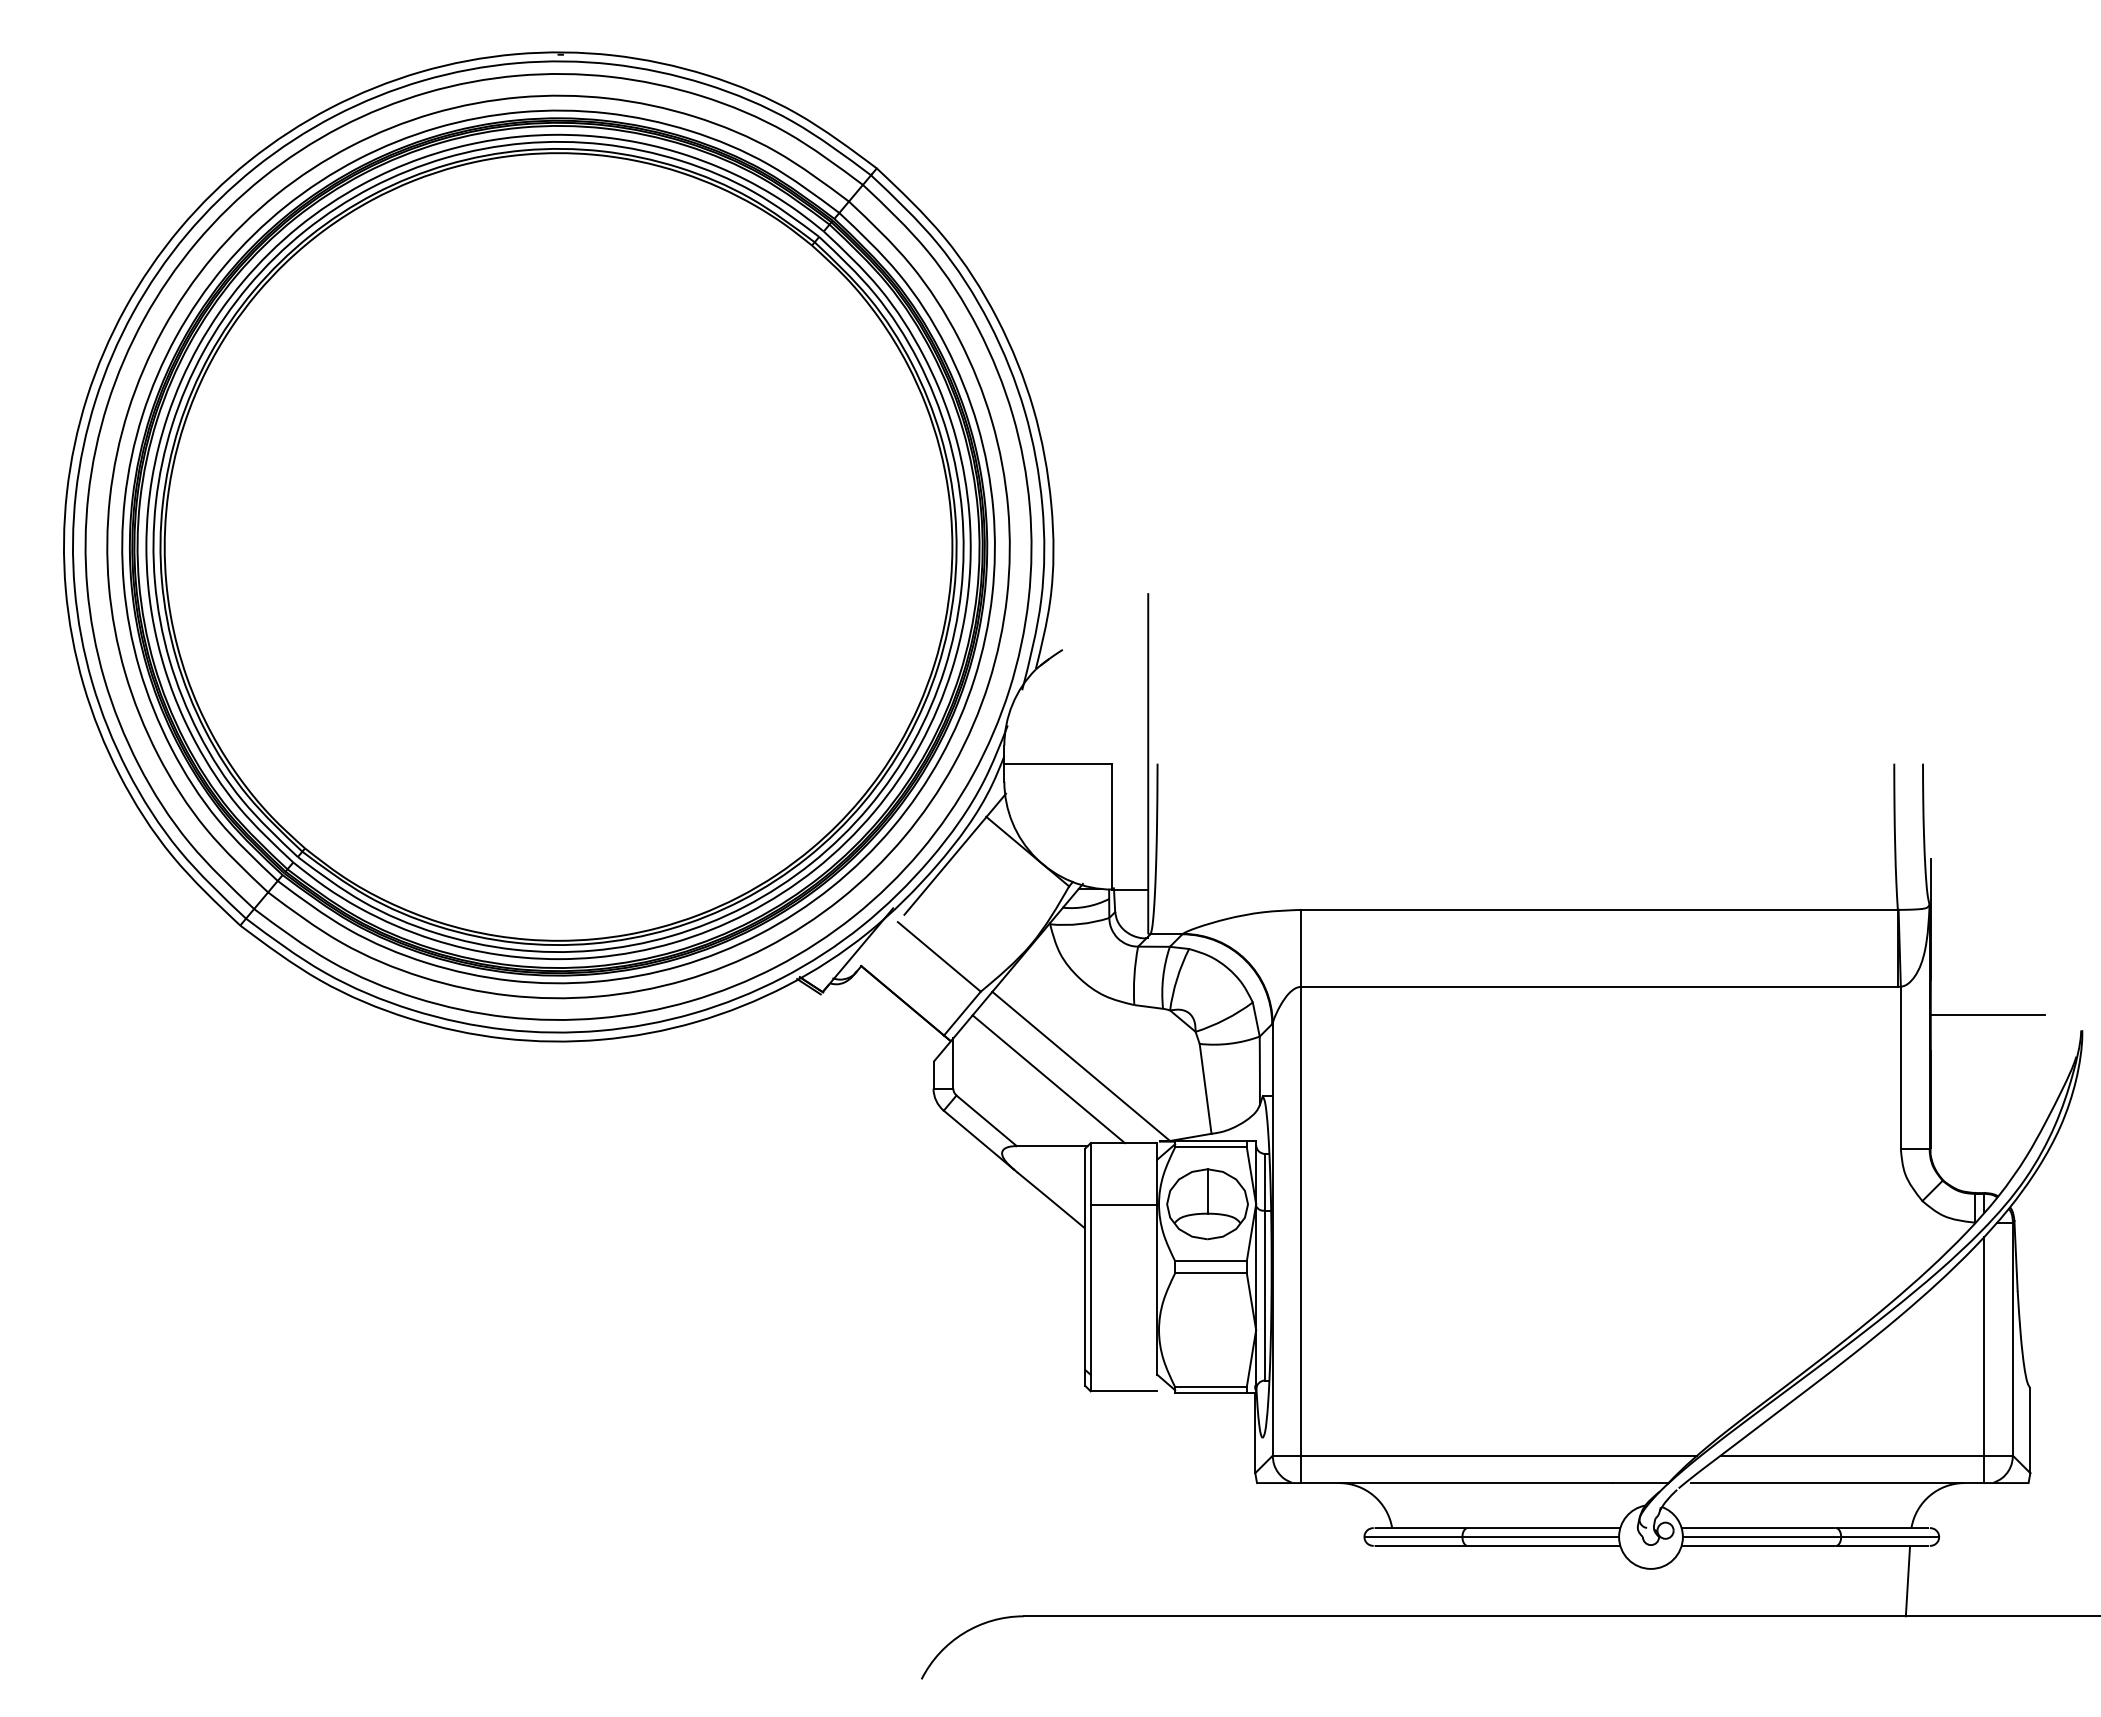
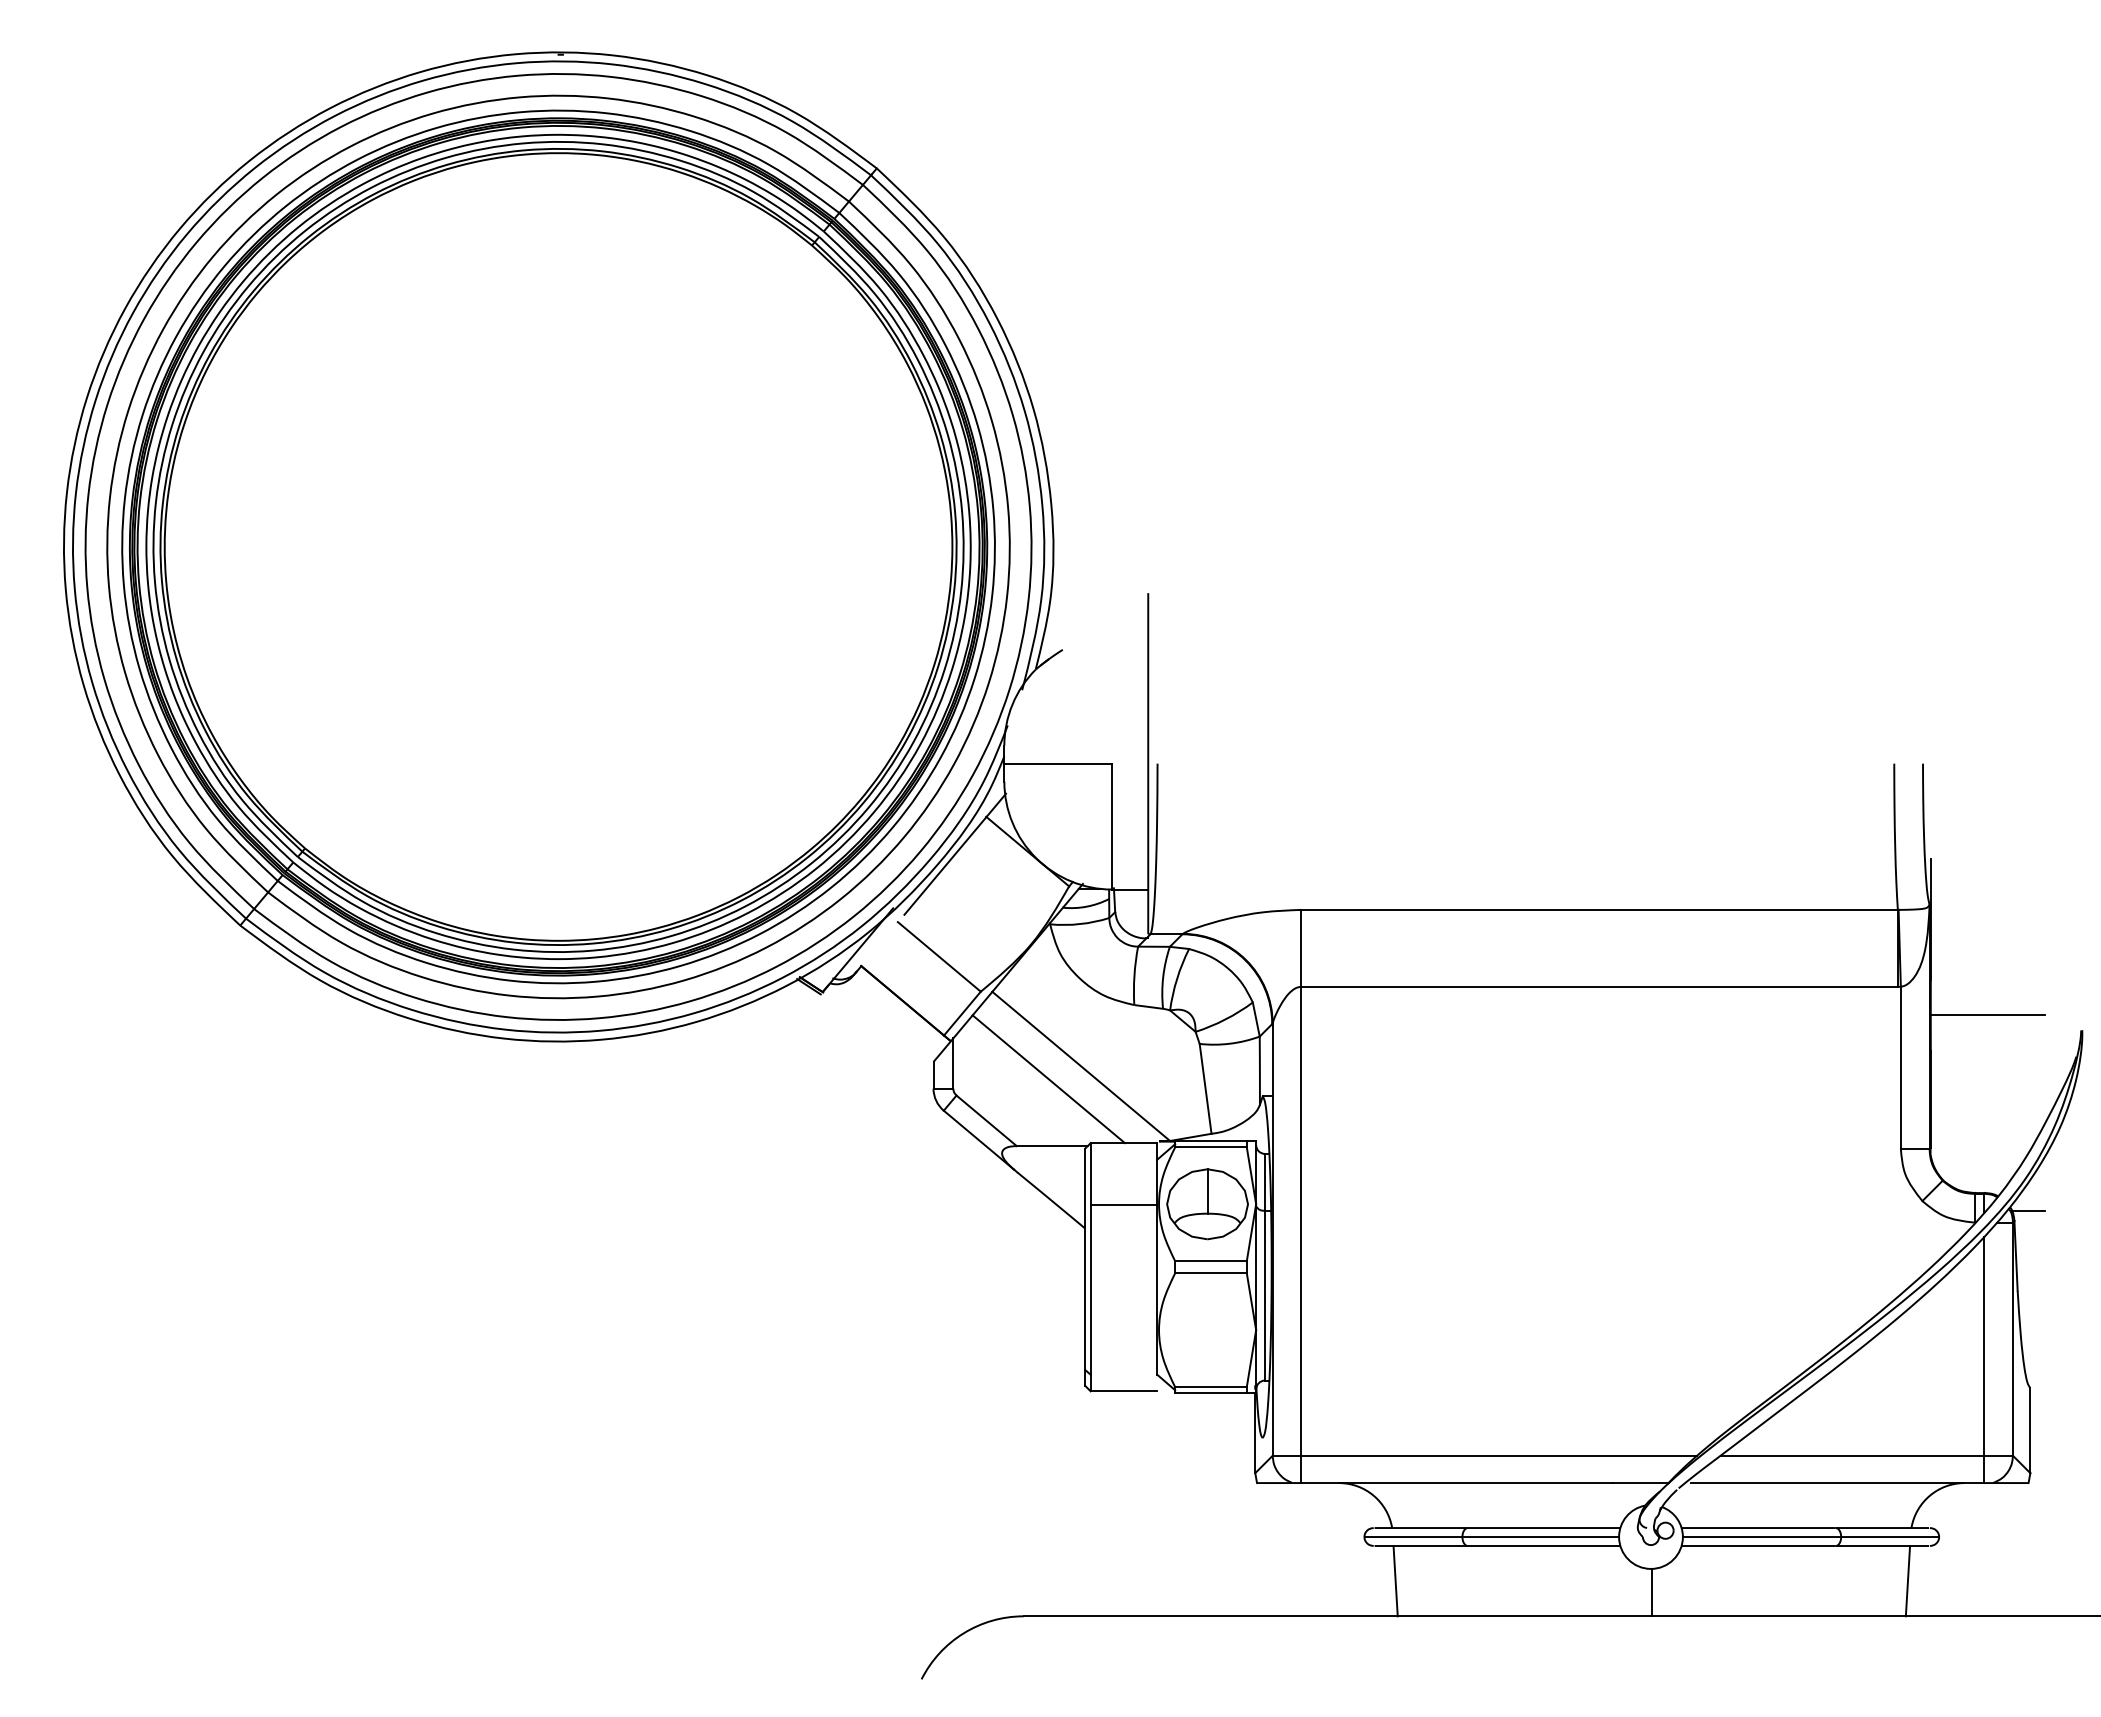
line at (2028, 1211): none -> present
line at (1395, 1581): none -> present
line at (1651, 1592): none -> present
